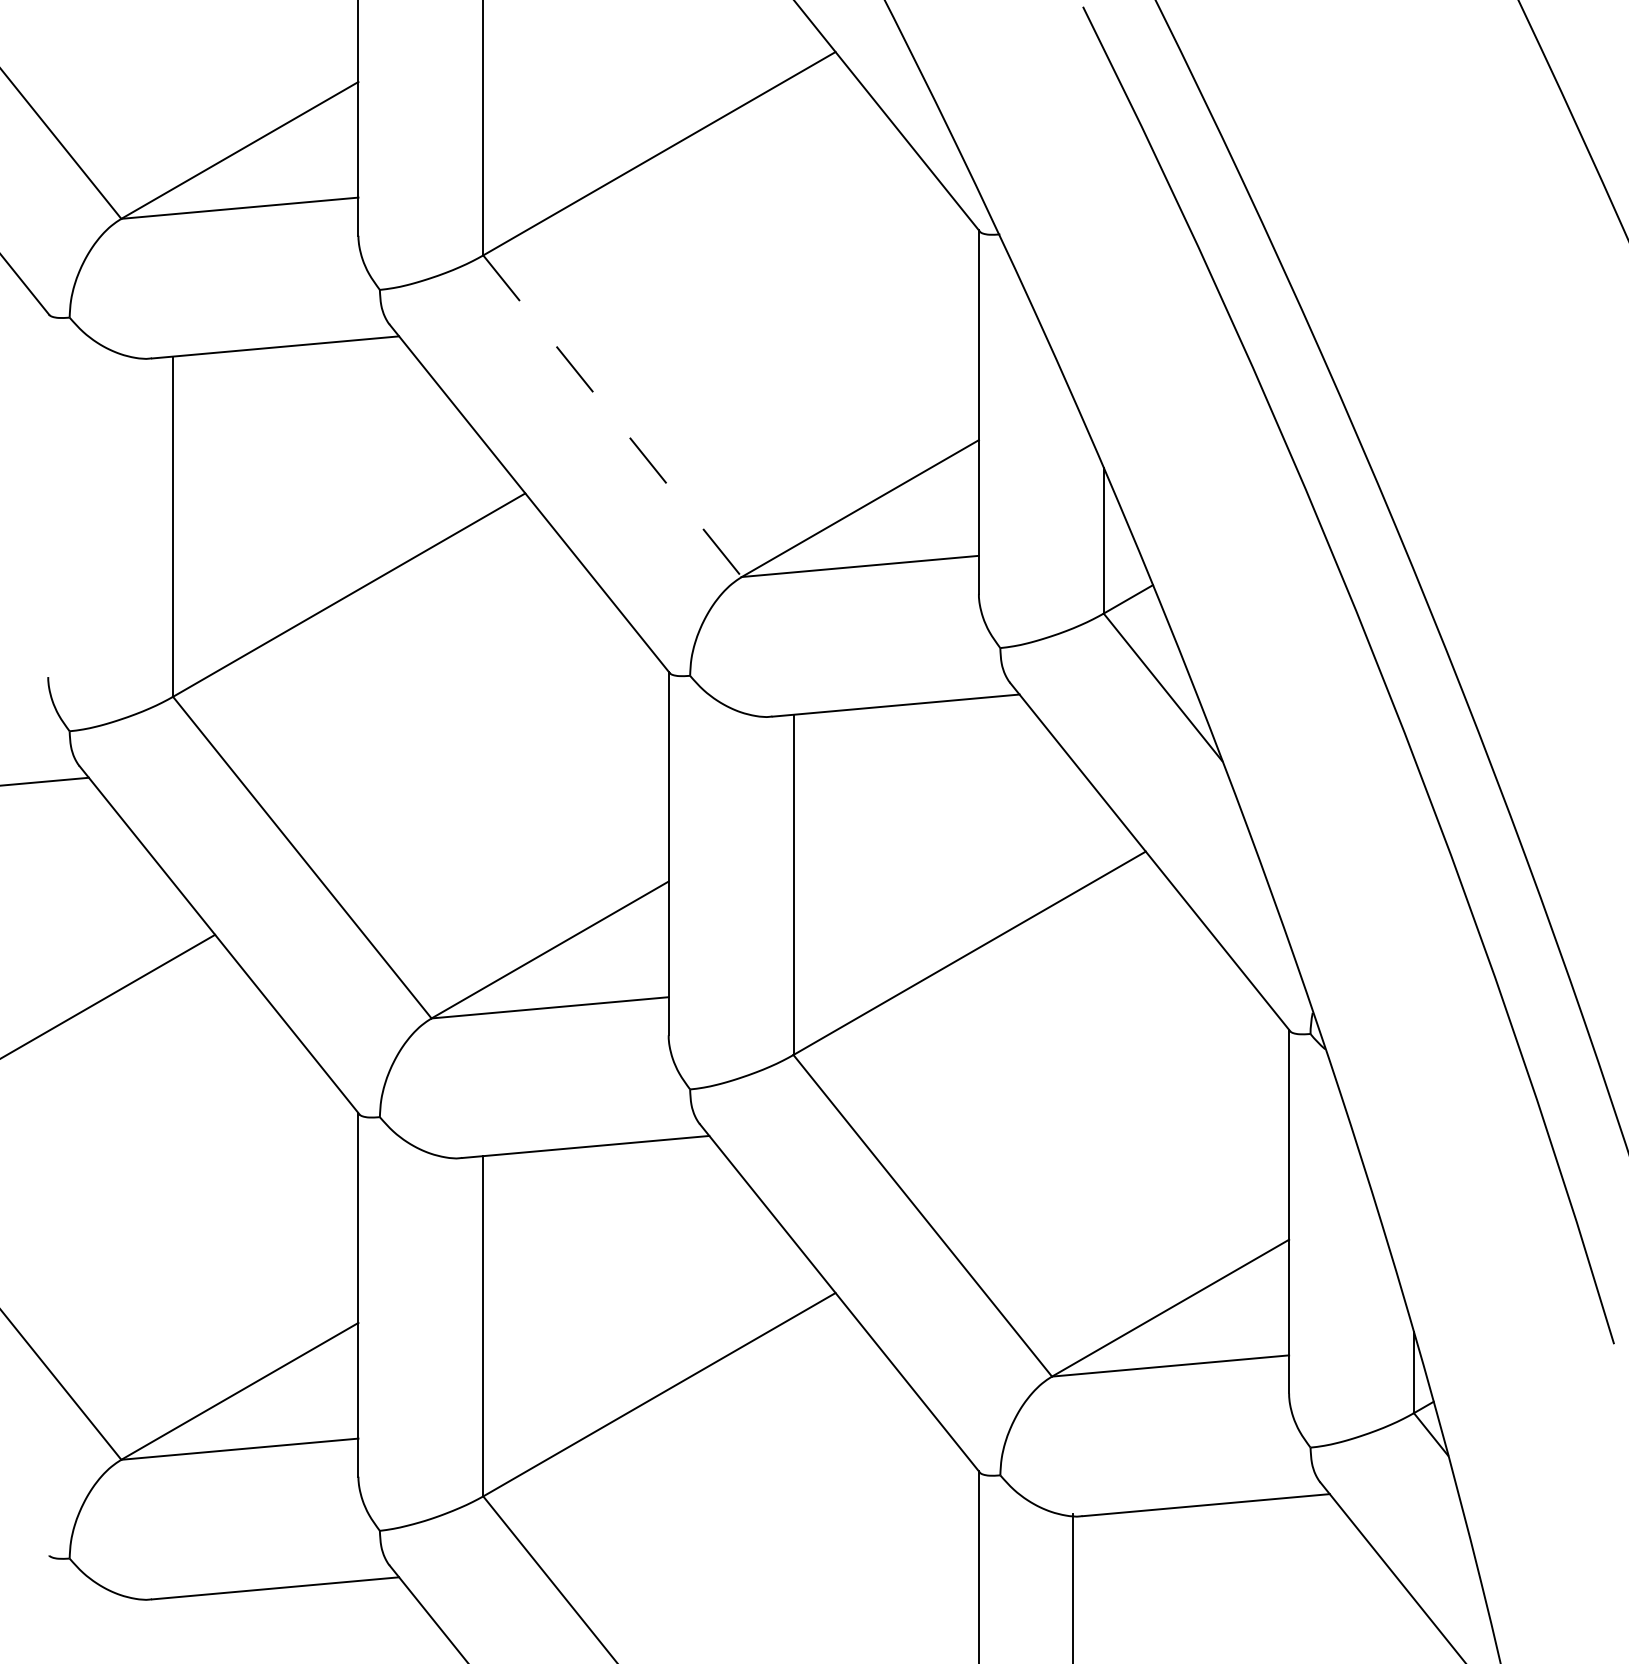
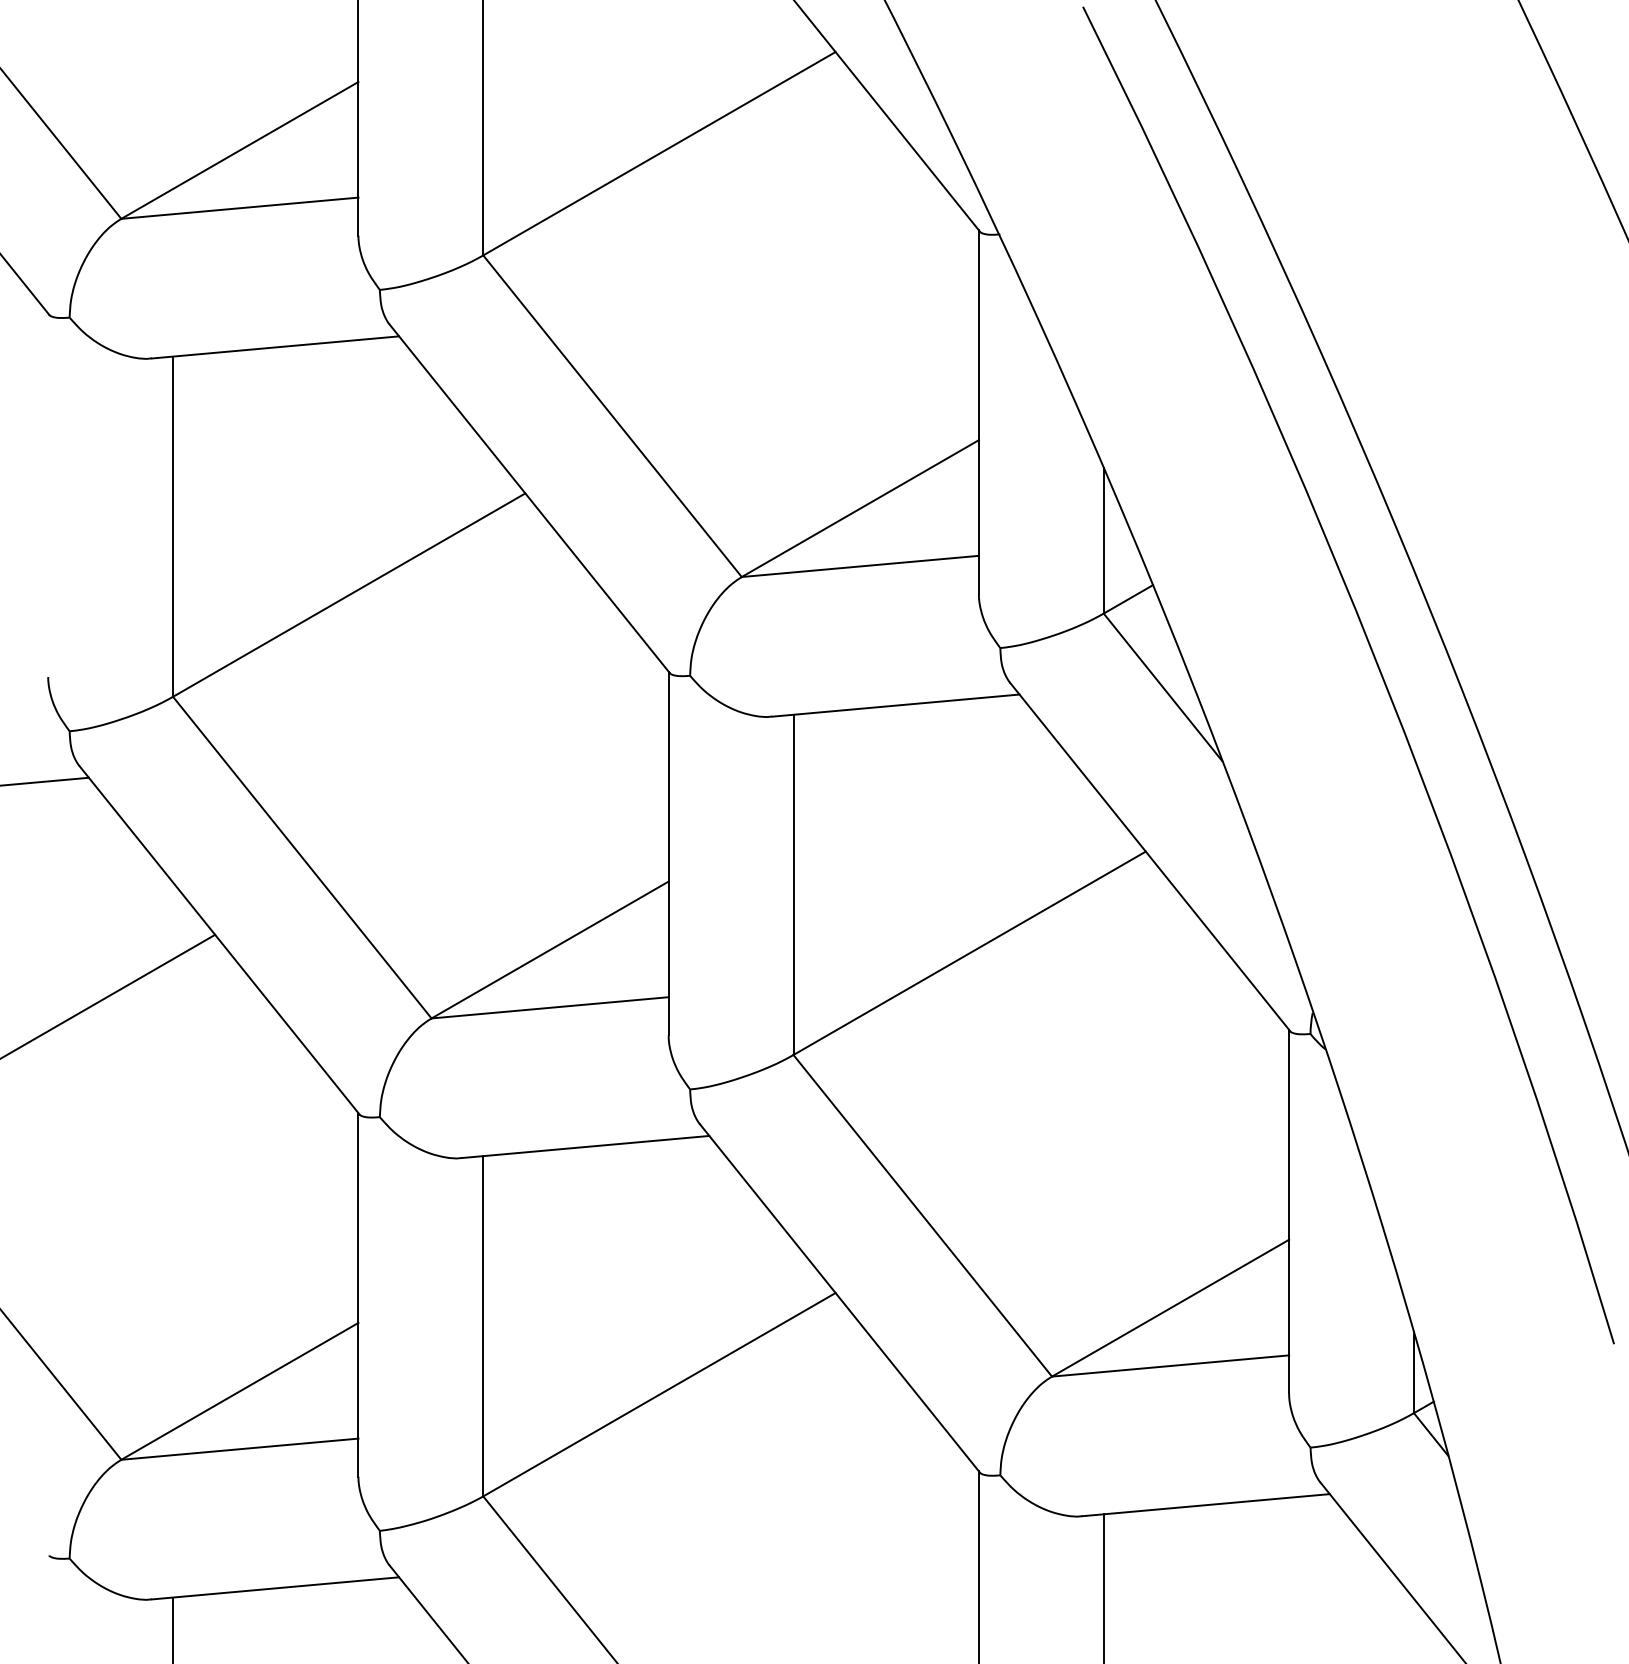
line at (612, 416): dashed -> solid
line at (1072, 1587) position: (1072, 1587) -> (1103, 1587)
line at (173, 1628): none -> present
